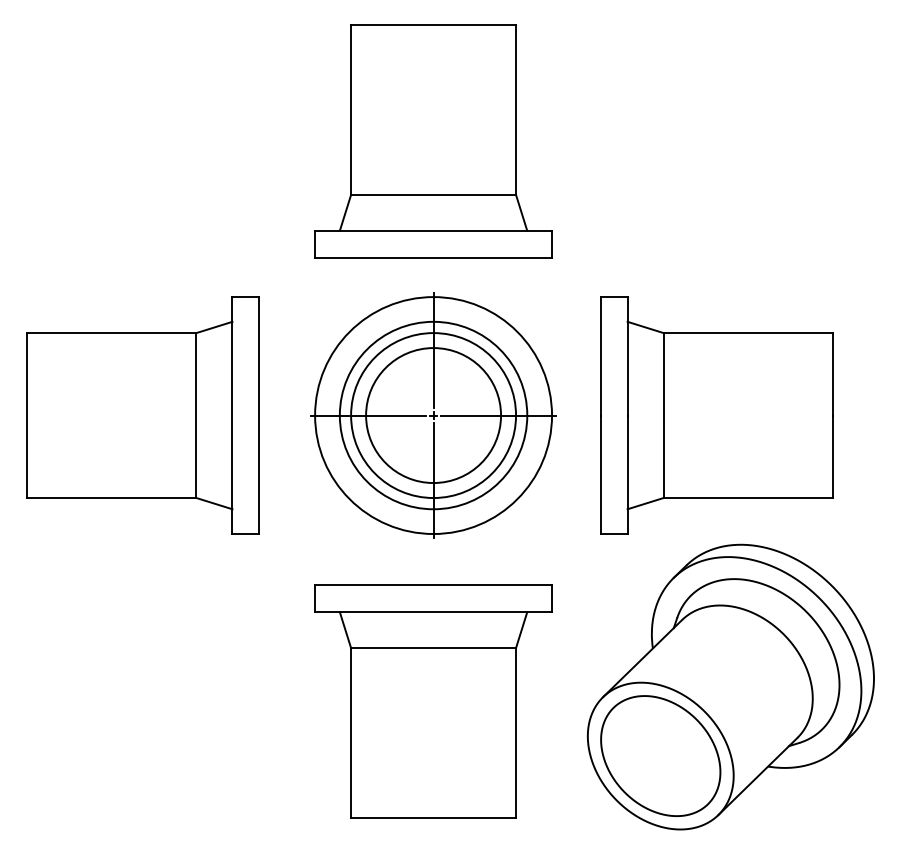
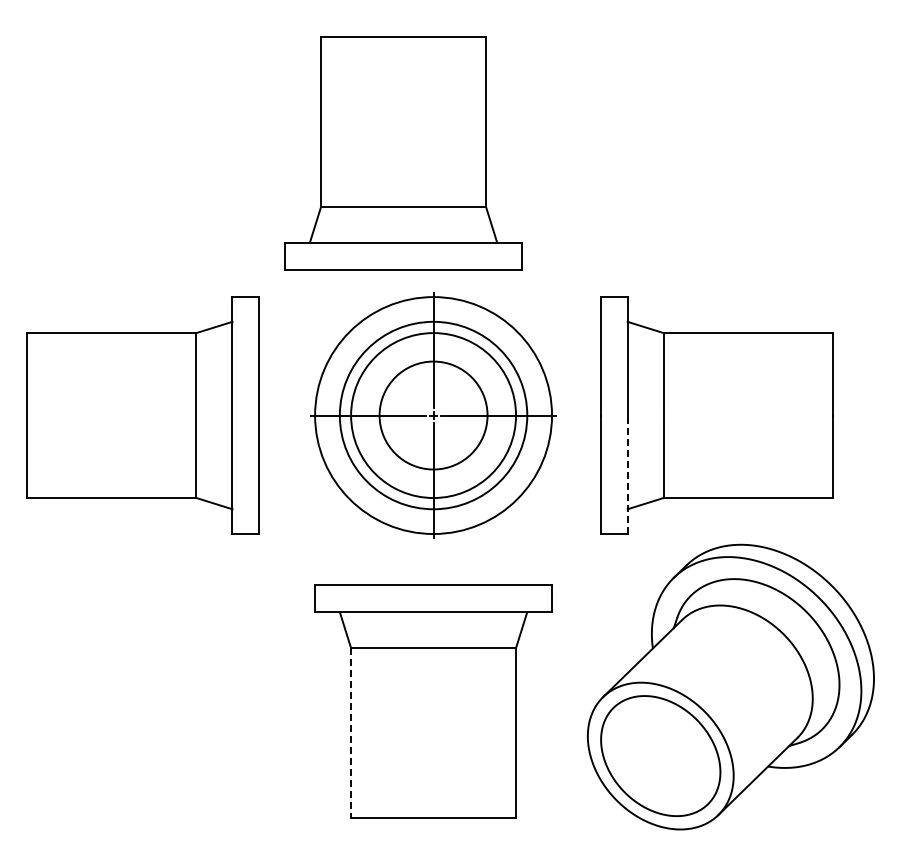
part at (433, 141) position: (433, 141) -> (403, 153)
circle at (433, 415) diameter: 135 px -> 108 px
line at (627, 474): solid -> dashed
line at (351, 732): solid -> dashed
